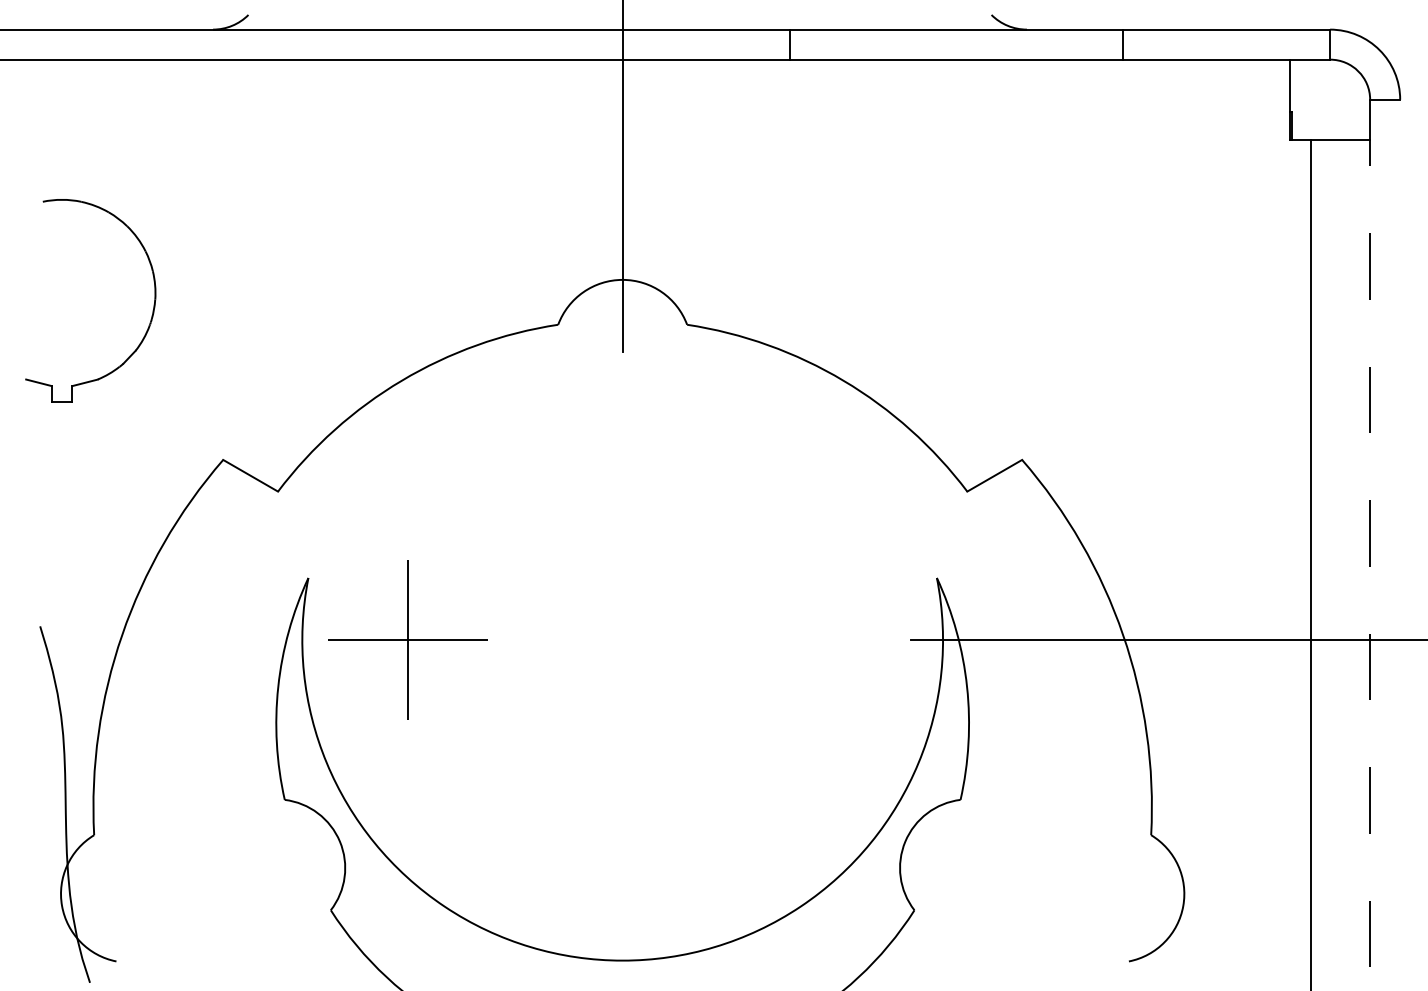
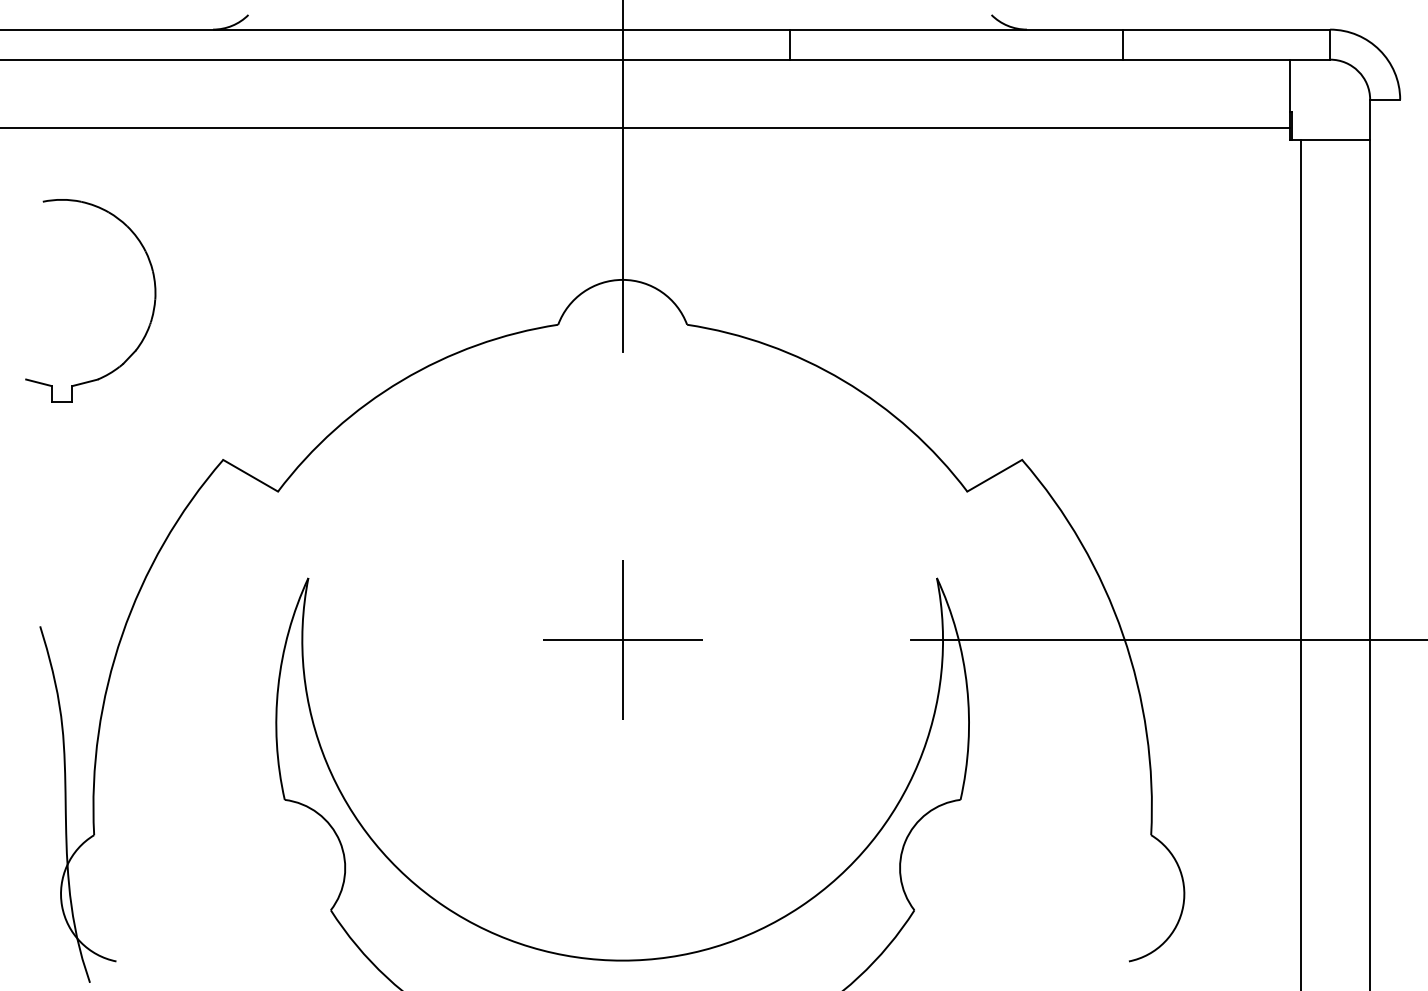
line at (646, 128): none -> present
line at (1370, 545): dashed -> solid
line at (1311, 563) position: (1311, 563) -> (1301, 563)
part at (407, 639) position: (407, 639) -> (622, 639)
